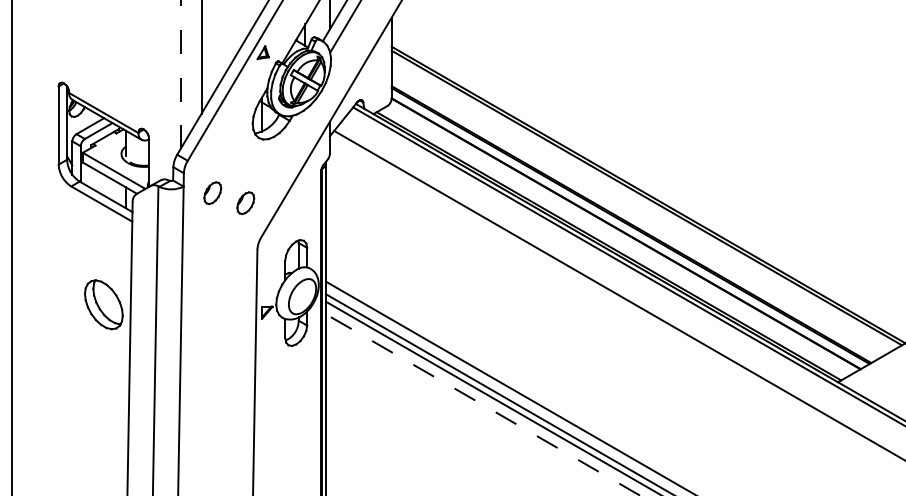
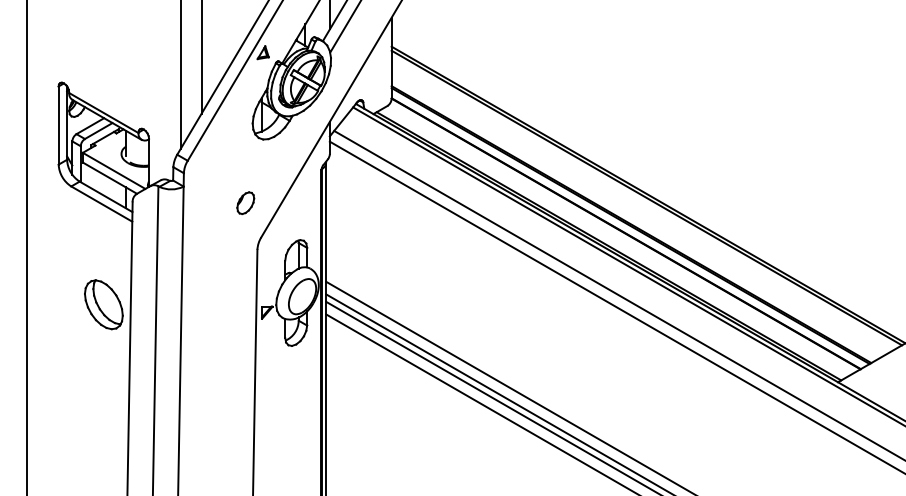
line at (180, 74): dashed -> solid
part at (212, 193): present -> none
line at (12, 247) position: (12, 247) -> (27, 247)
line at (615, 306): none -> present
line at (482, 404): dashed -> solid
